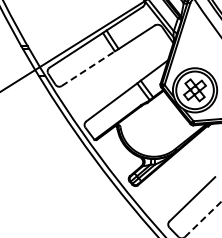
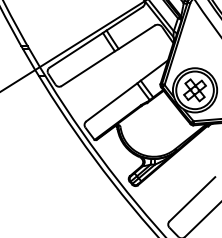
line at (88, 68): dashed -> solid
line at (203, 219): dashed -> solid
